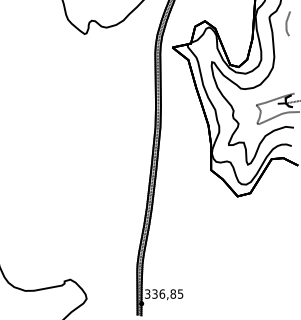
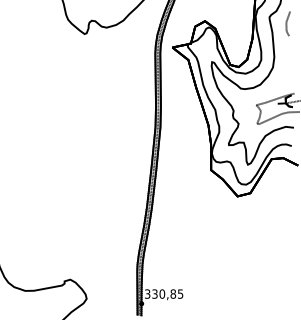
text at (162, 293): 336,85 -> 330,85
